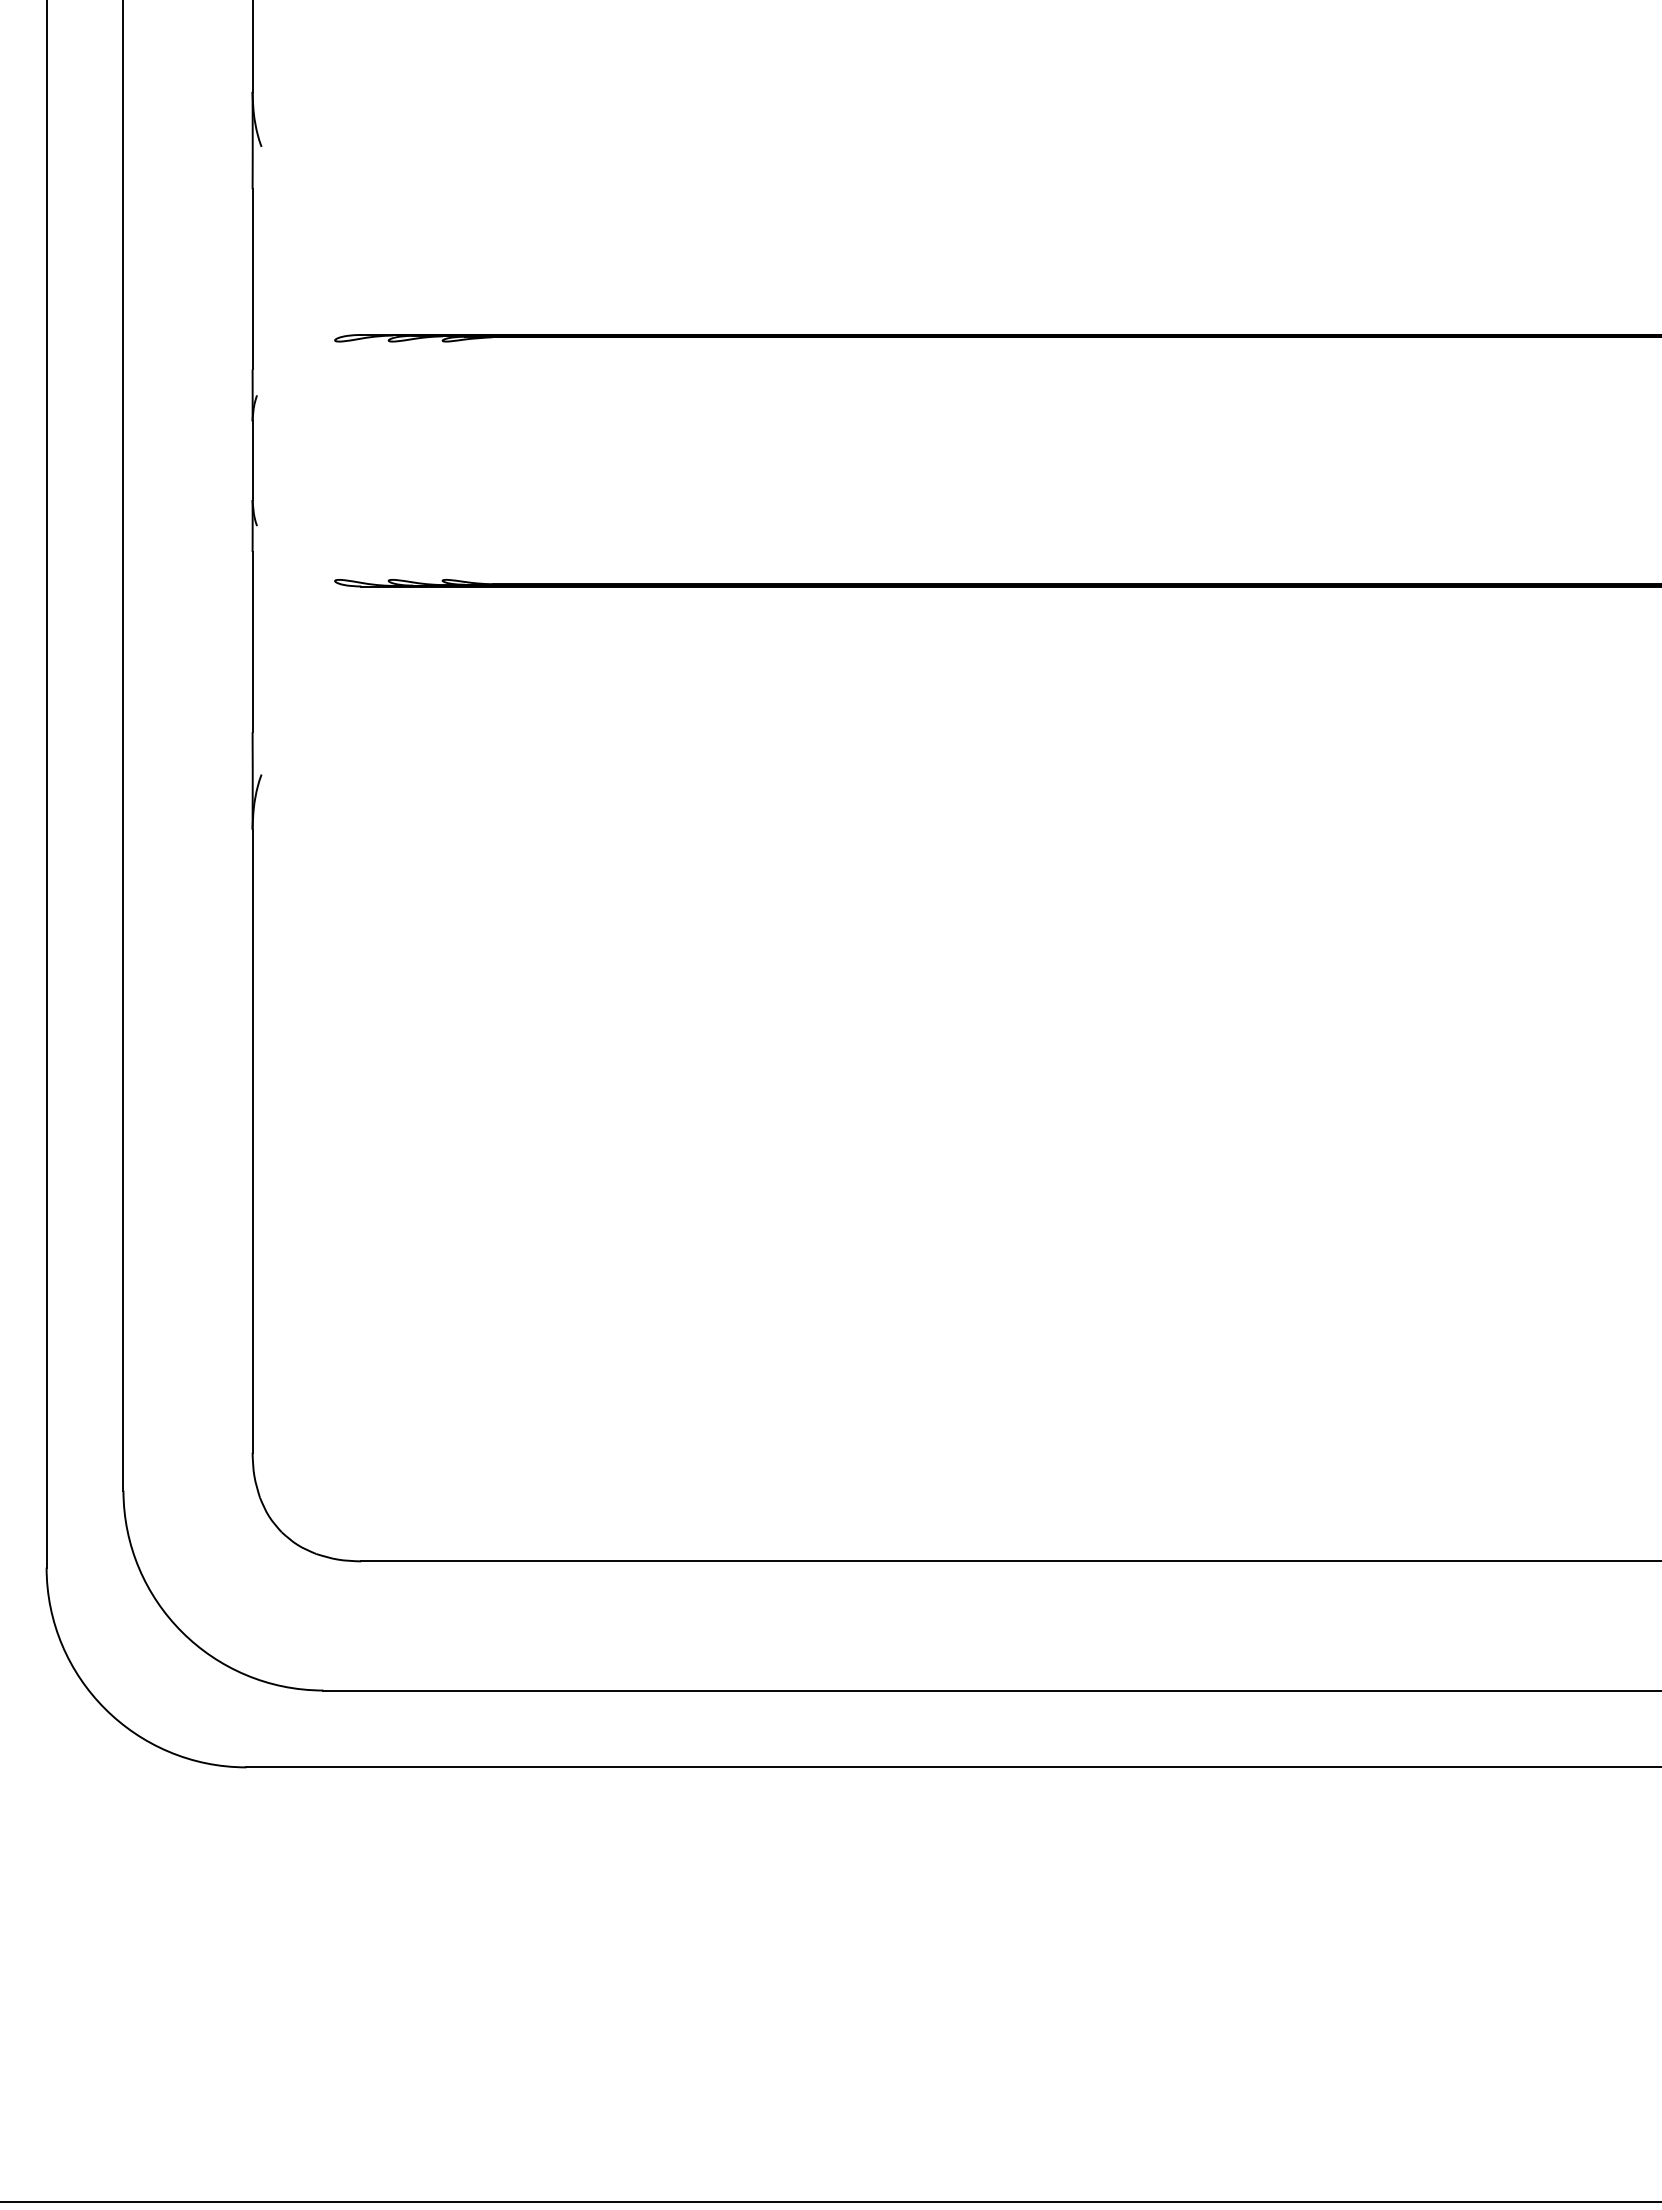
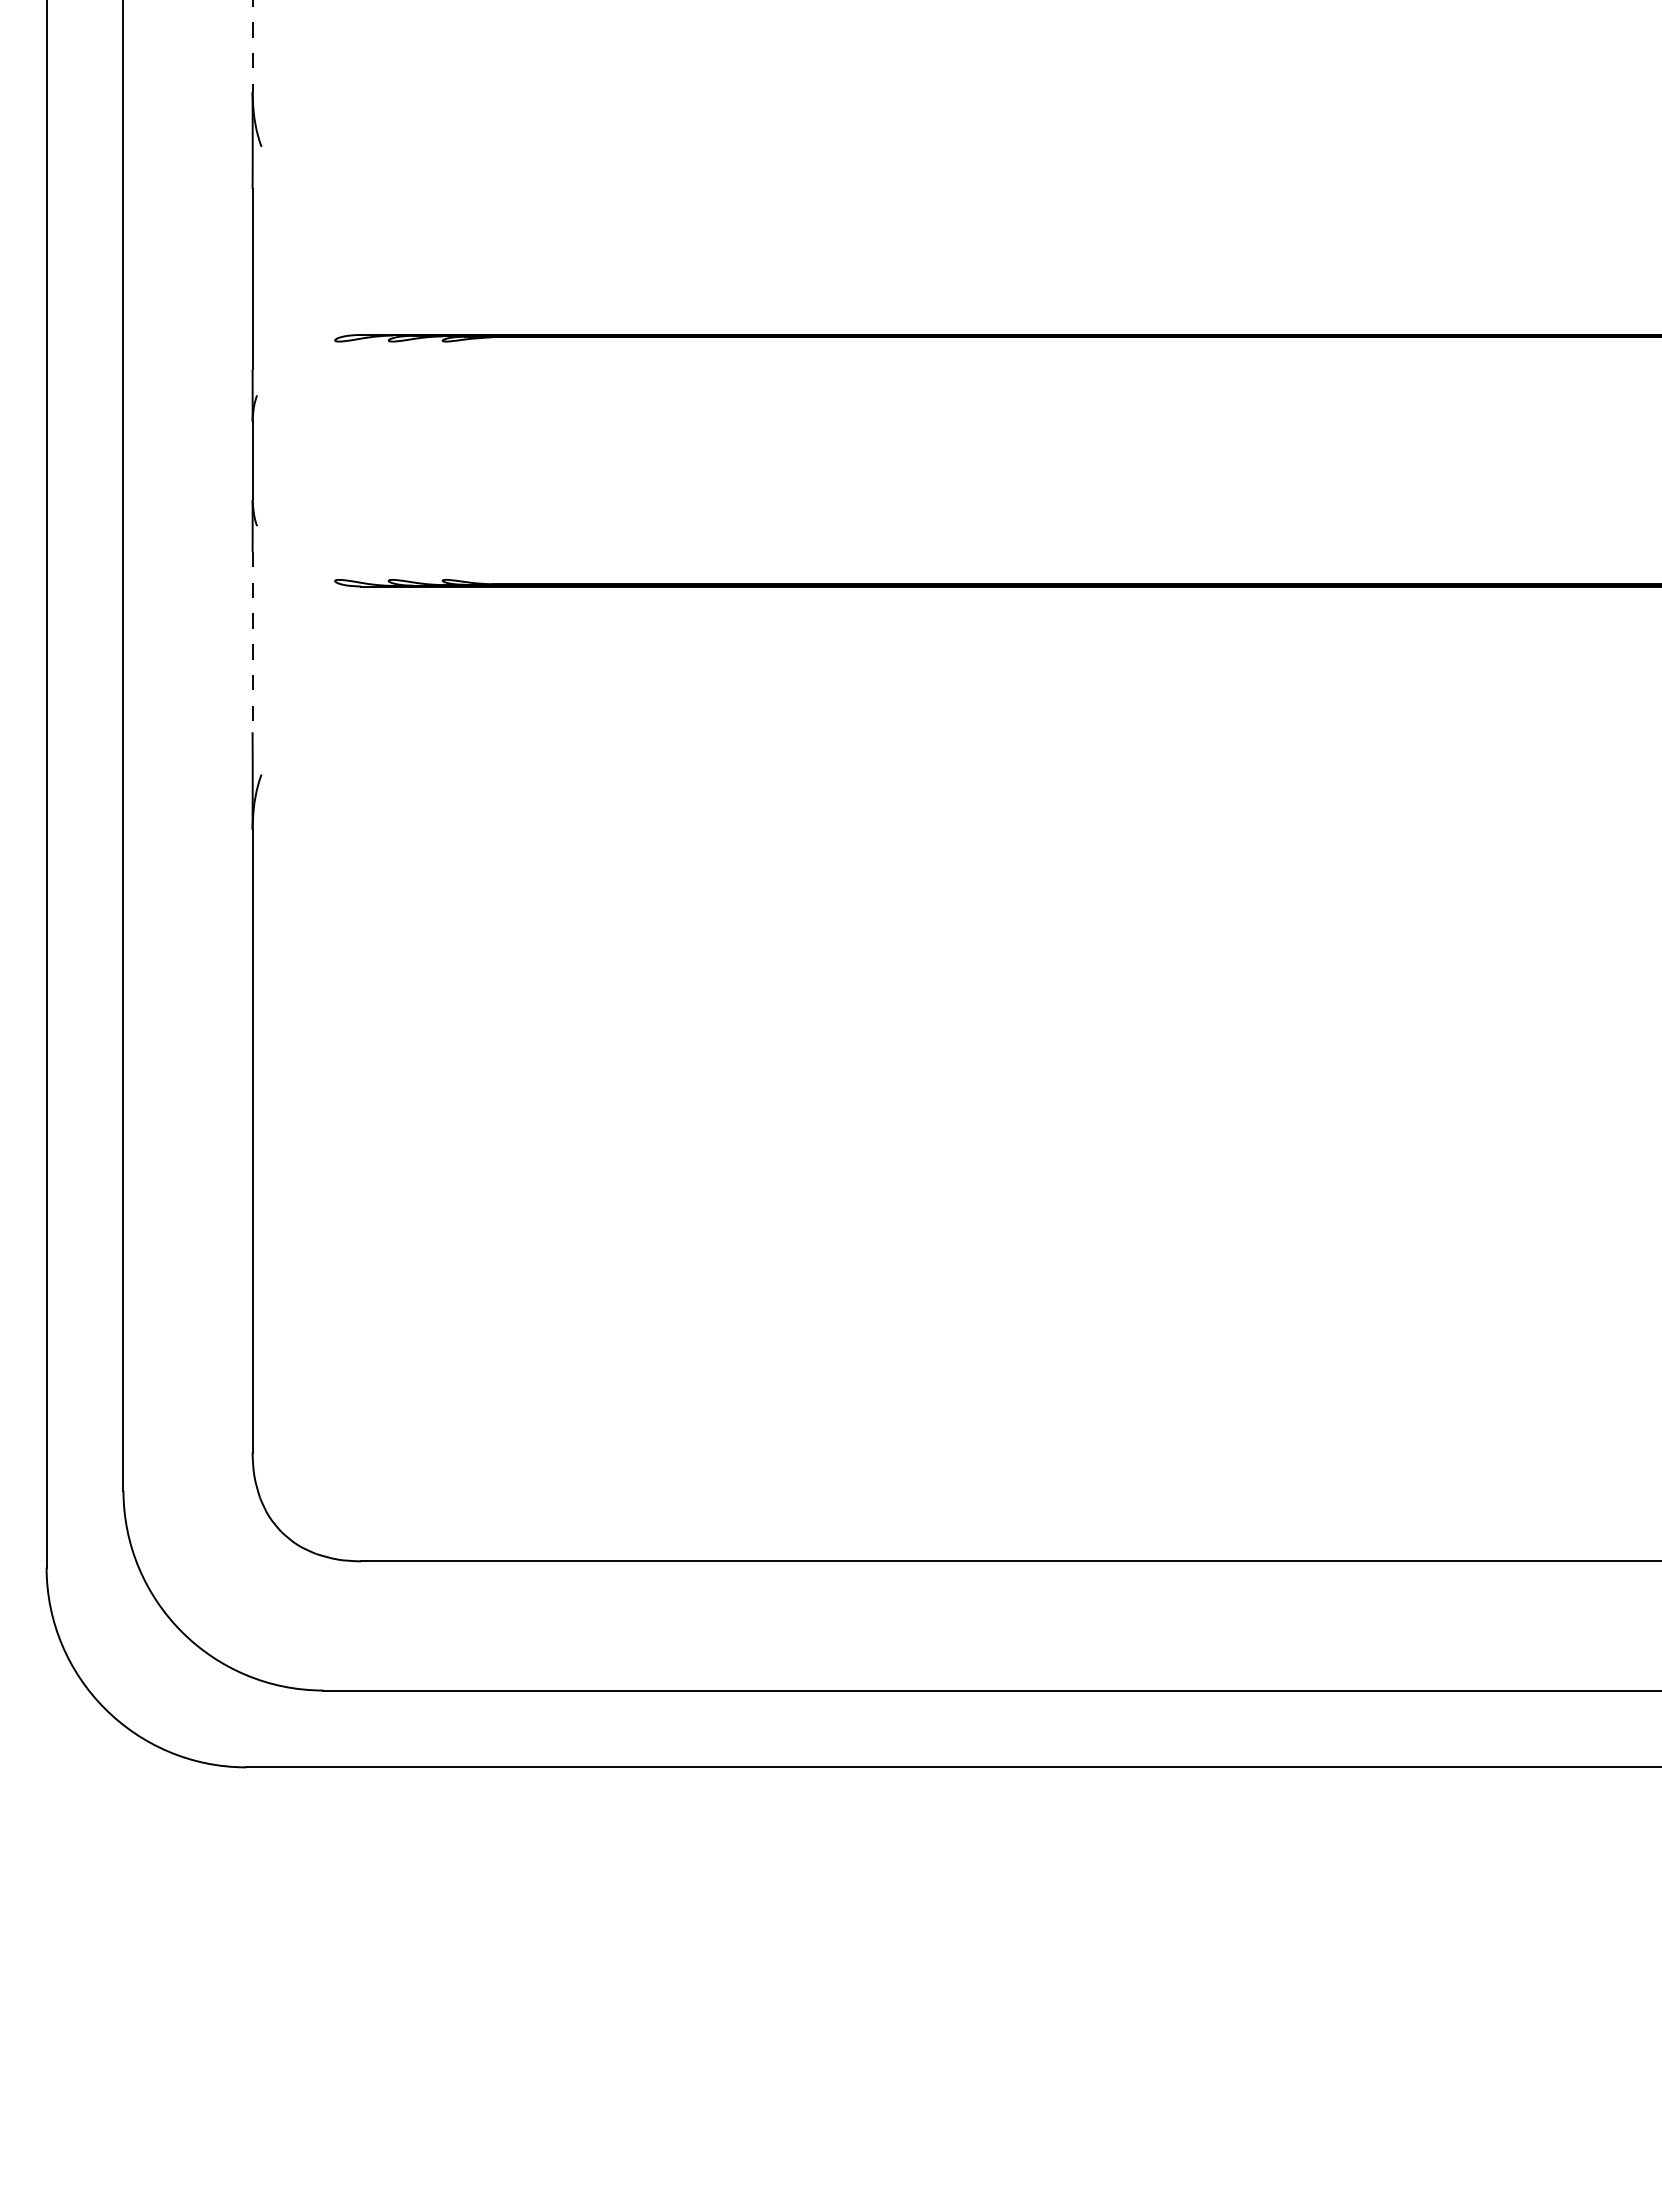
line at (252, 45): solid -> dashed
line at (252, 642): solid -> dashed
line at (830, 2201): present -> none
